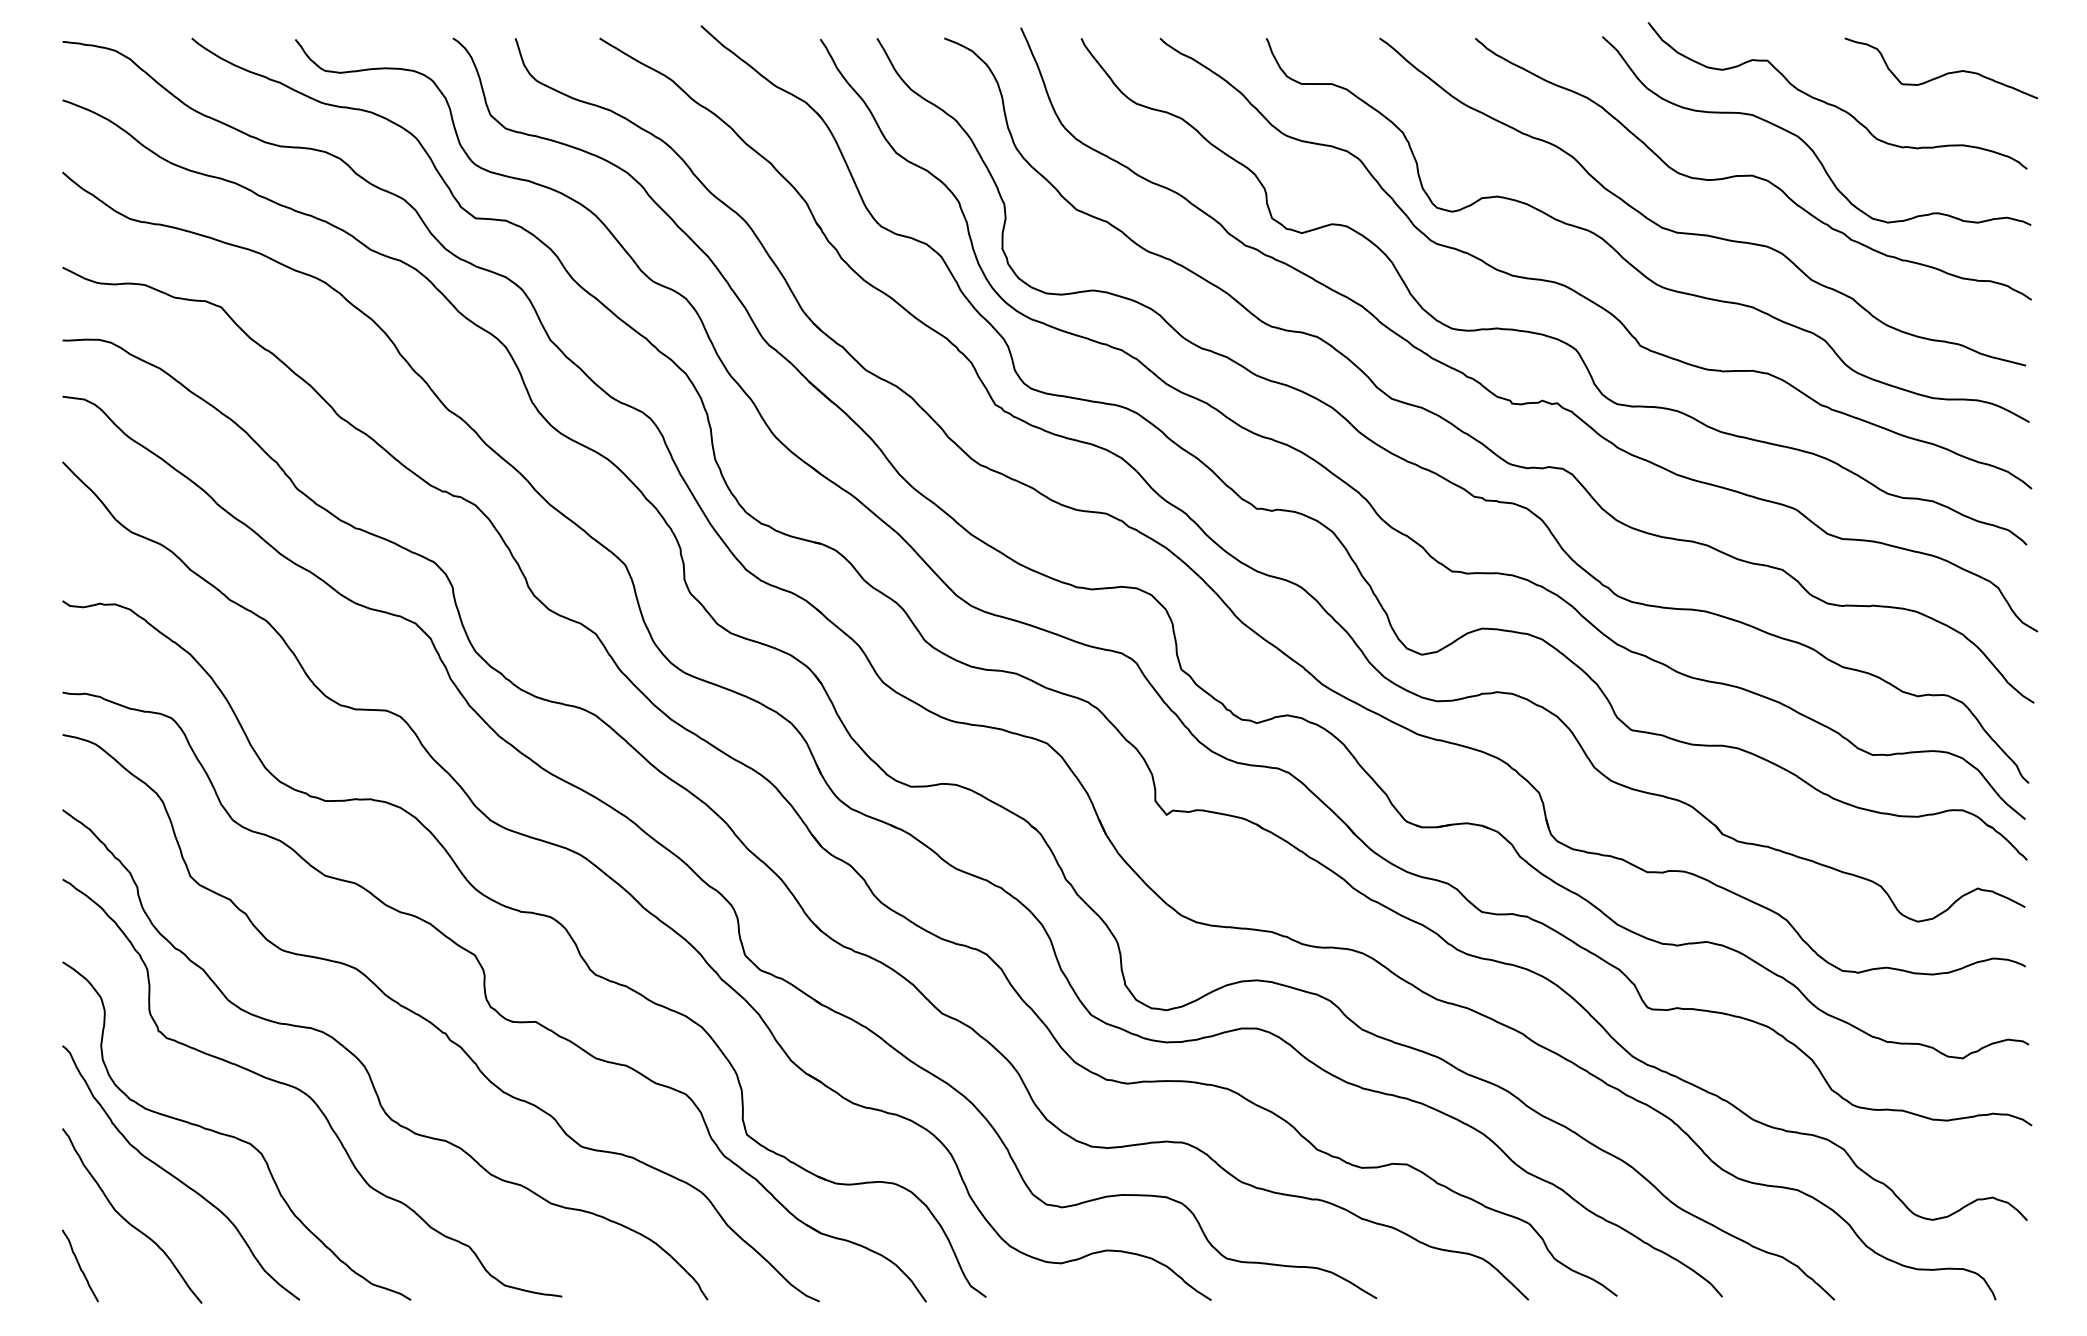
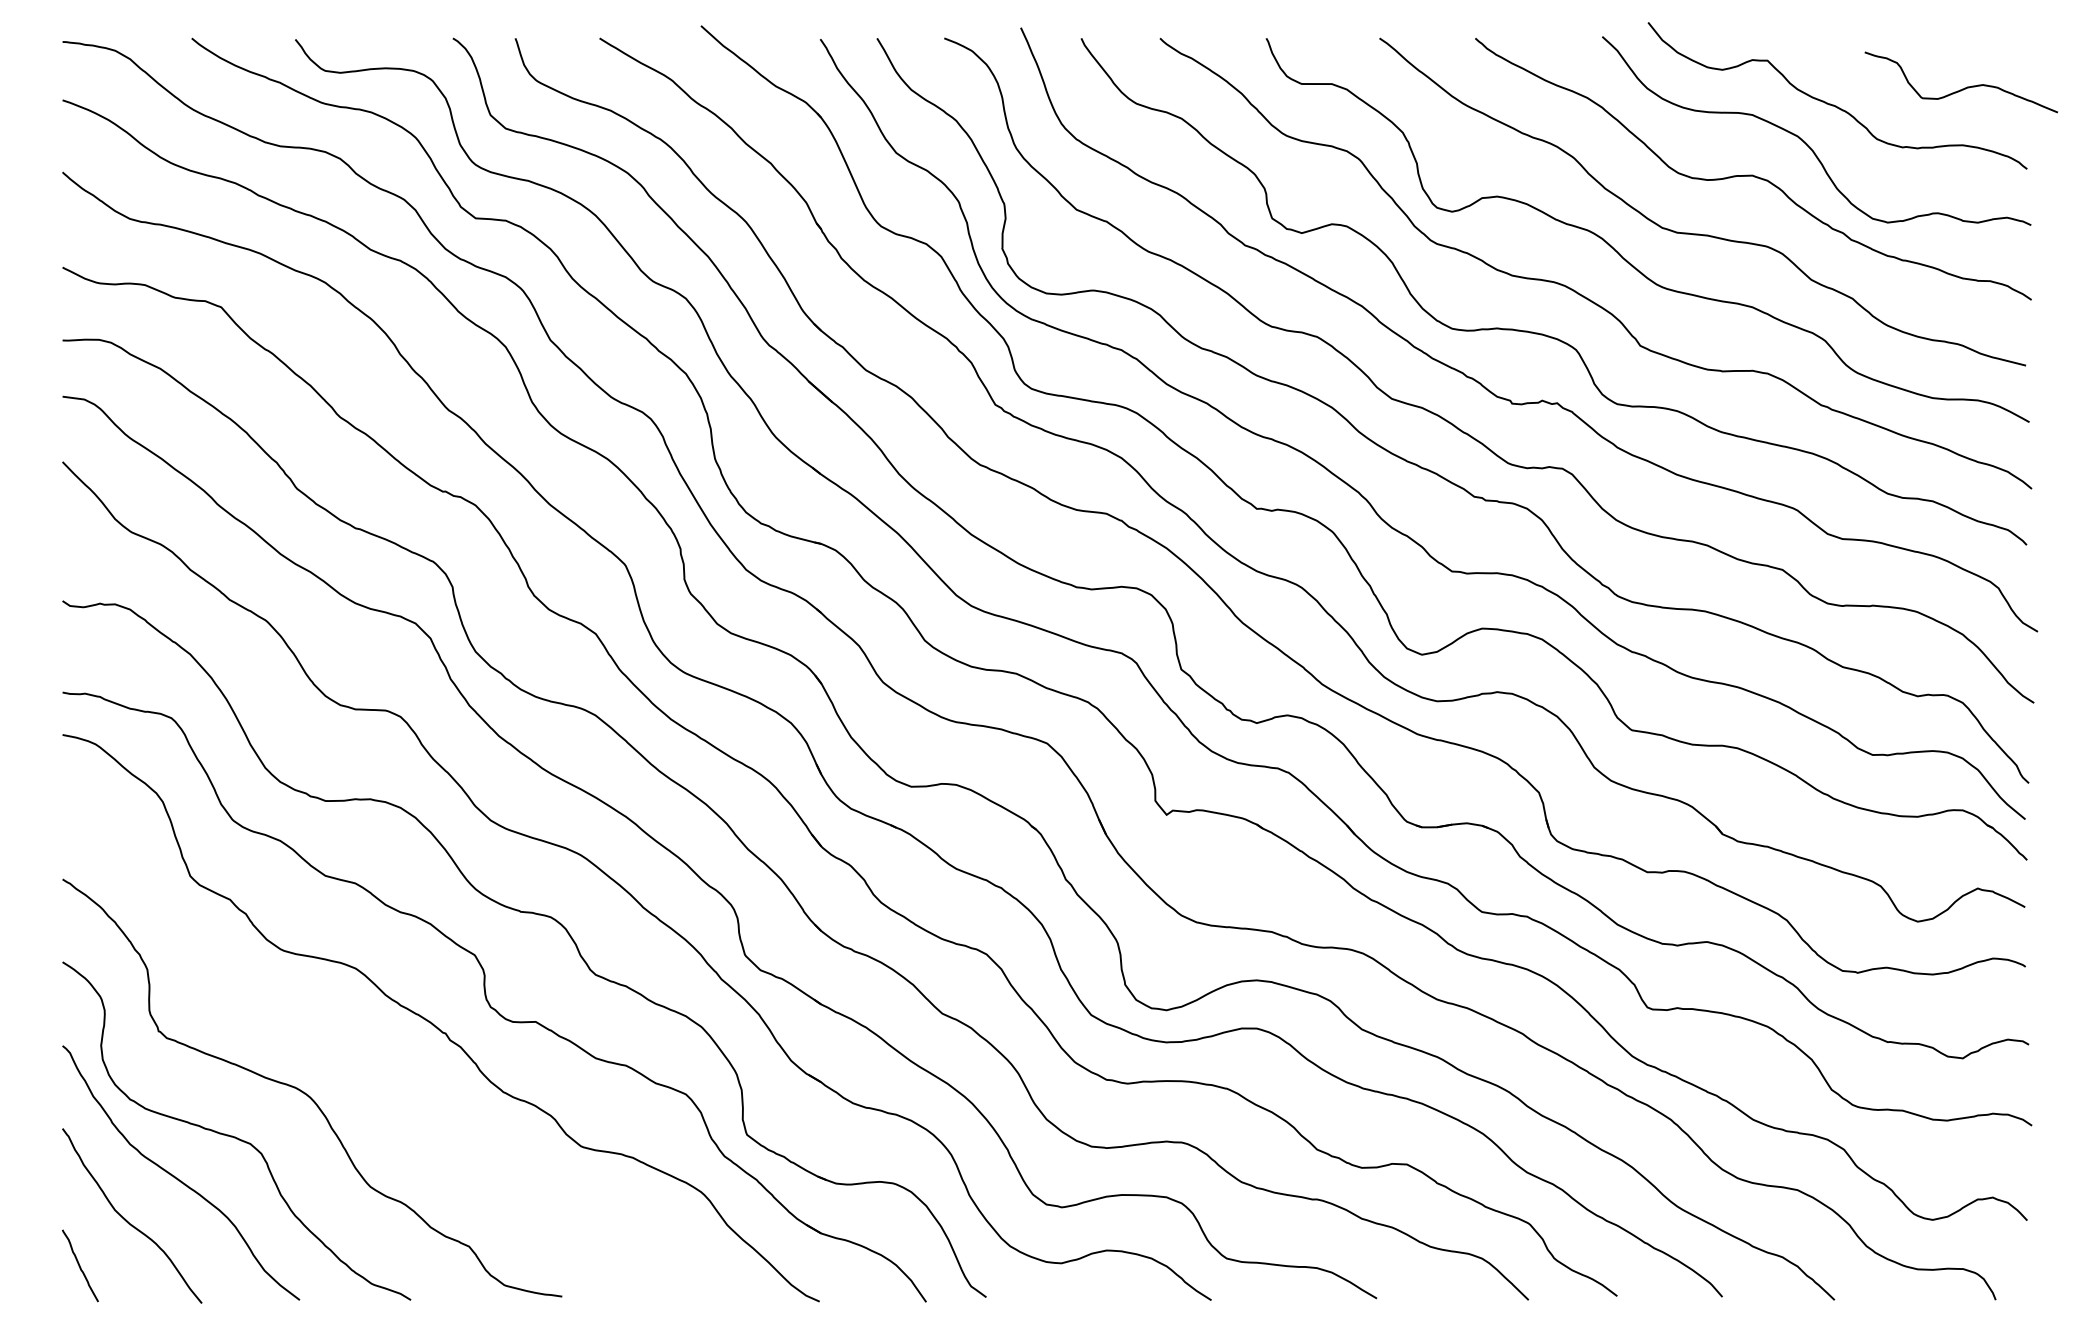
curve at (1942, 74) position: (1942, 74) -> (1962, 88)
curve at (366, 1067): present -> none
